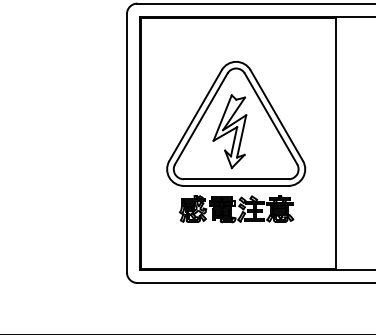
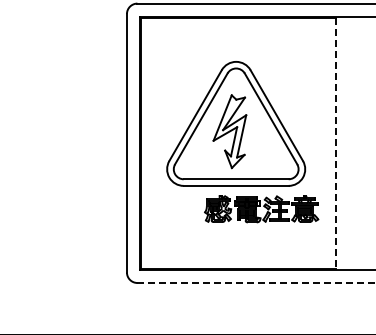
line at (335, 143): solid -> dashed
part at (236, 209) position: (236, 209) -> (261, 209)
line at (256, 283): solid -> dashed
